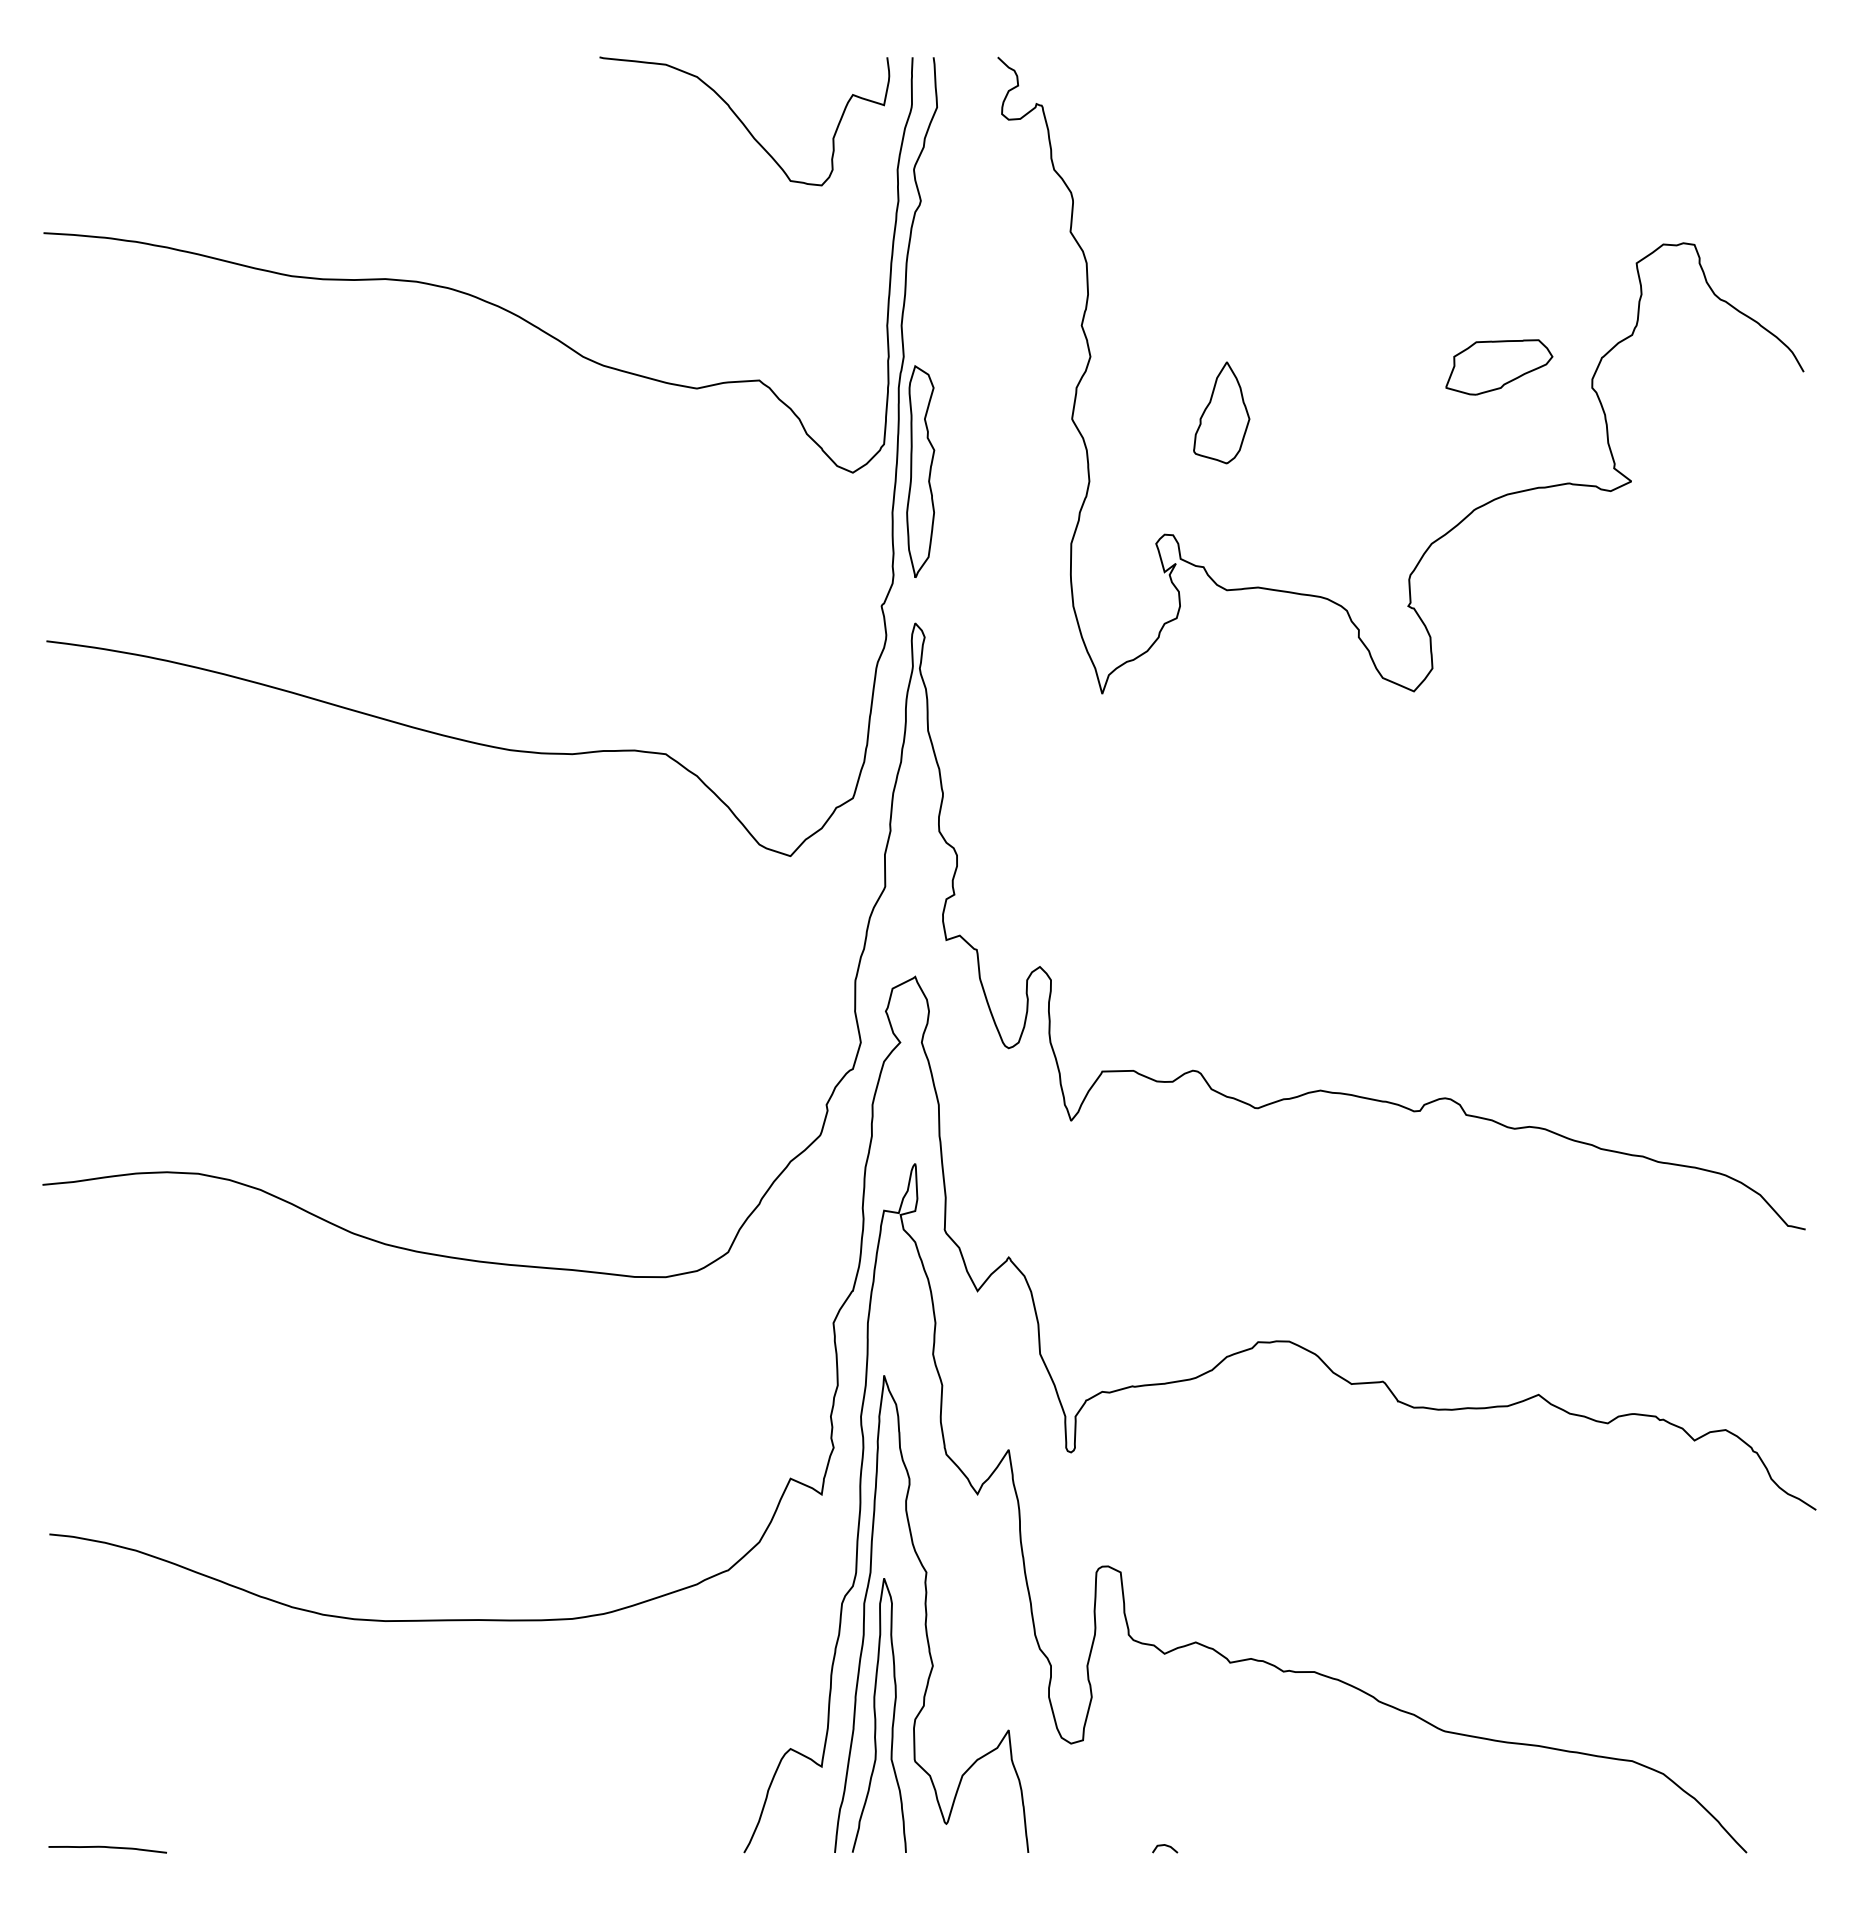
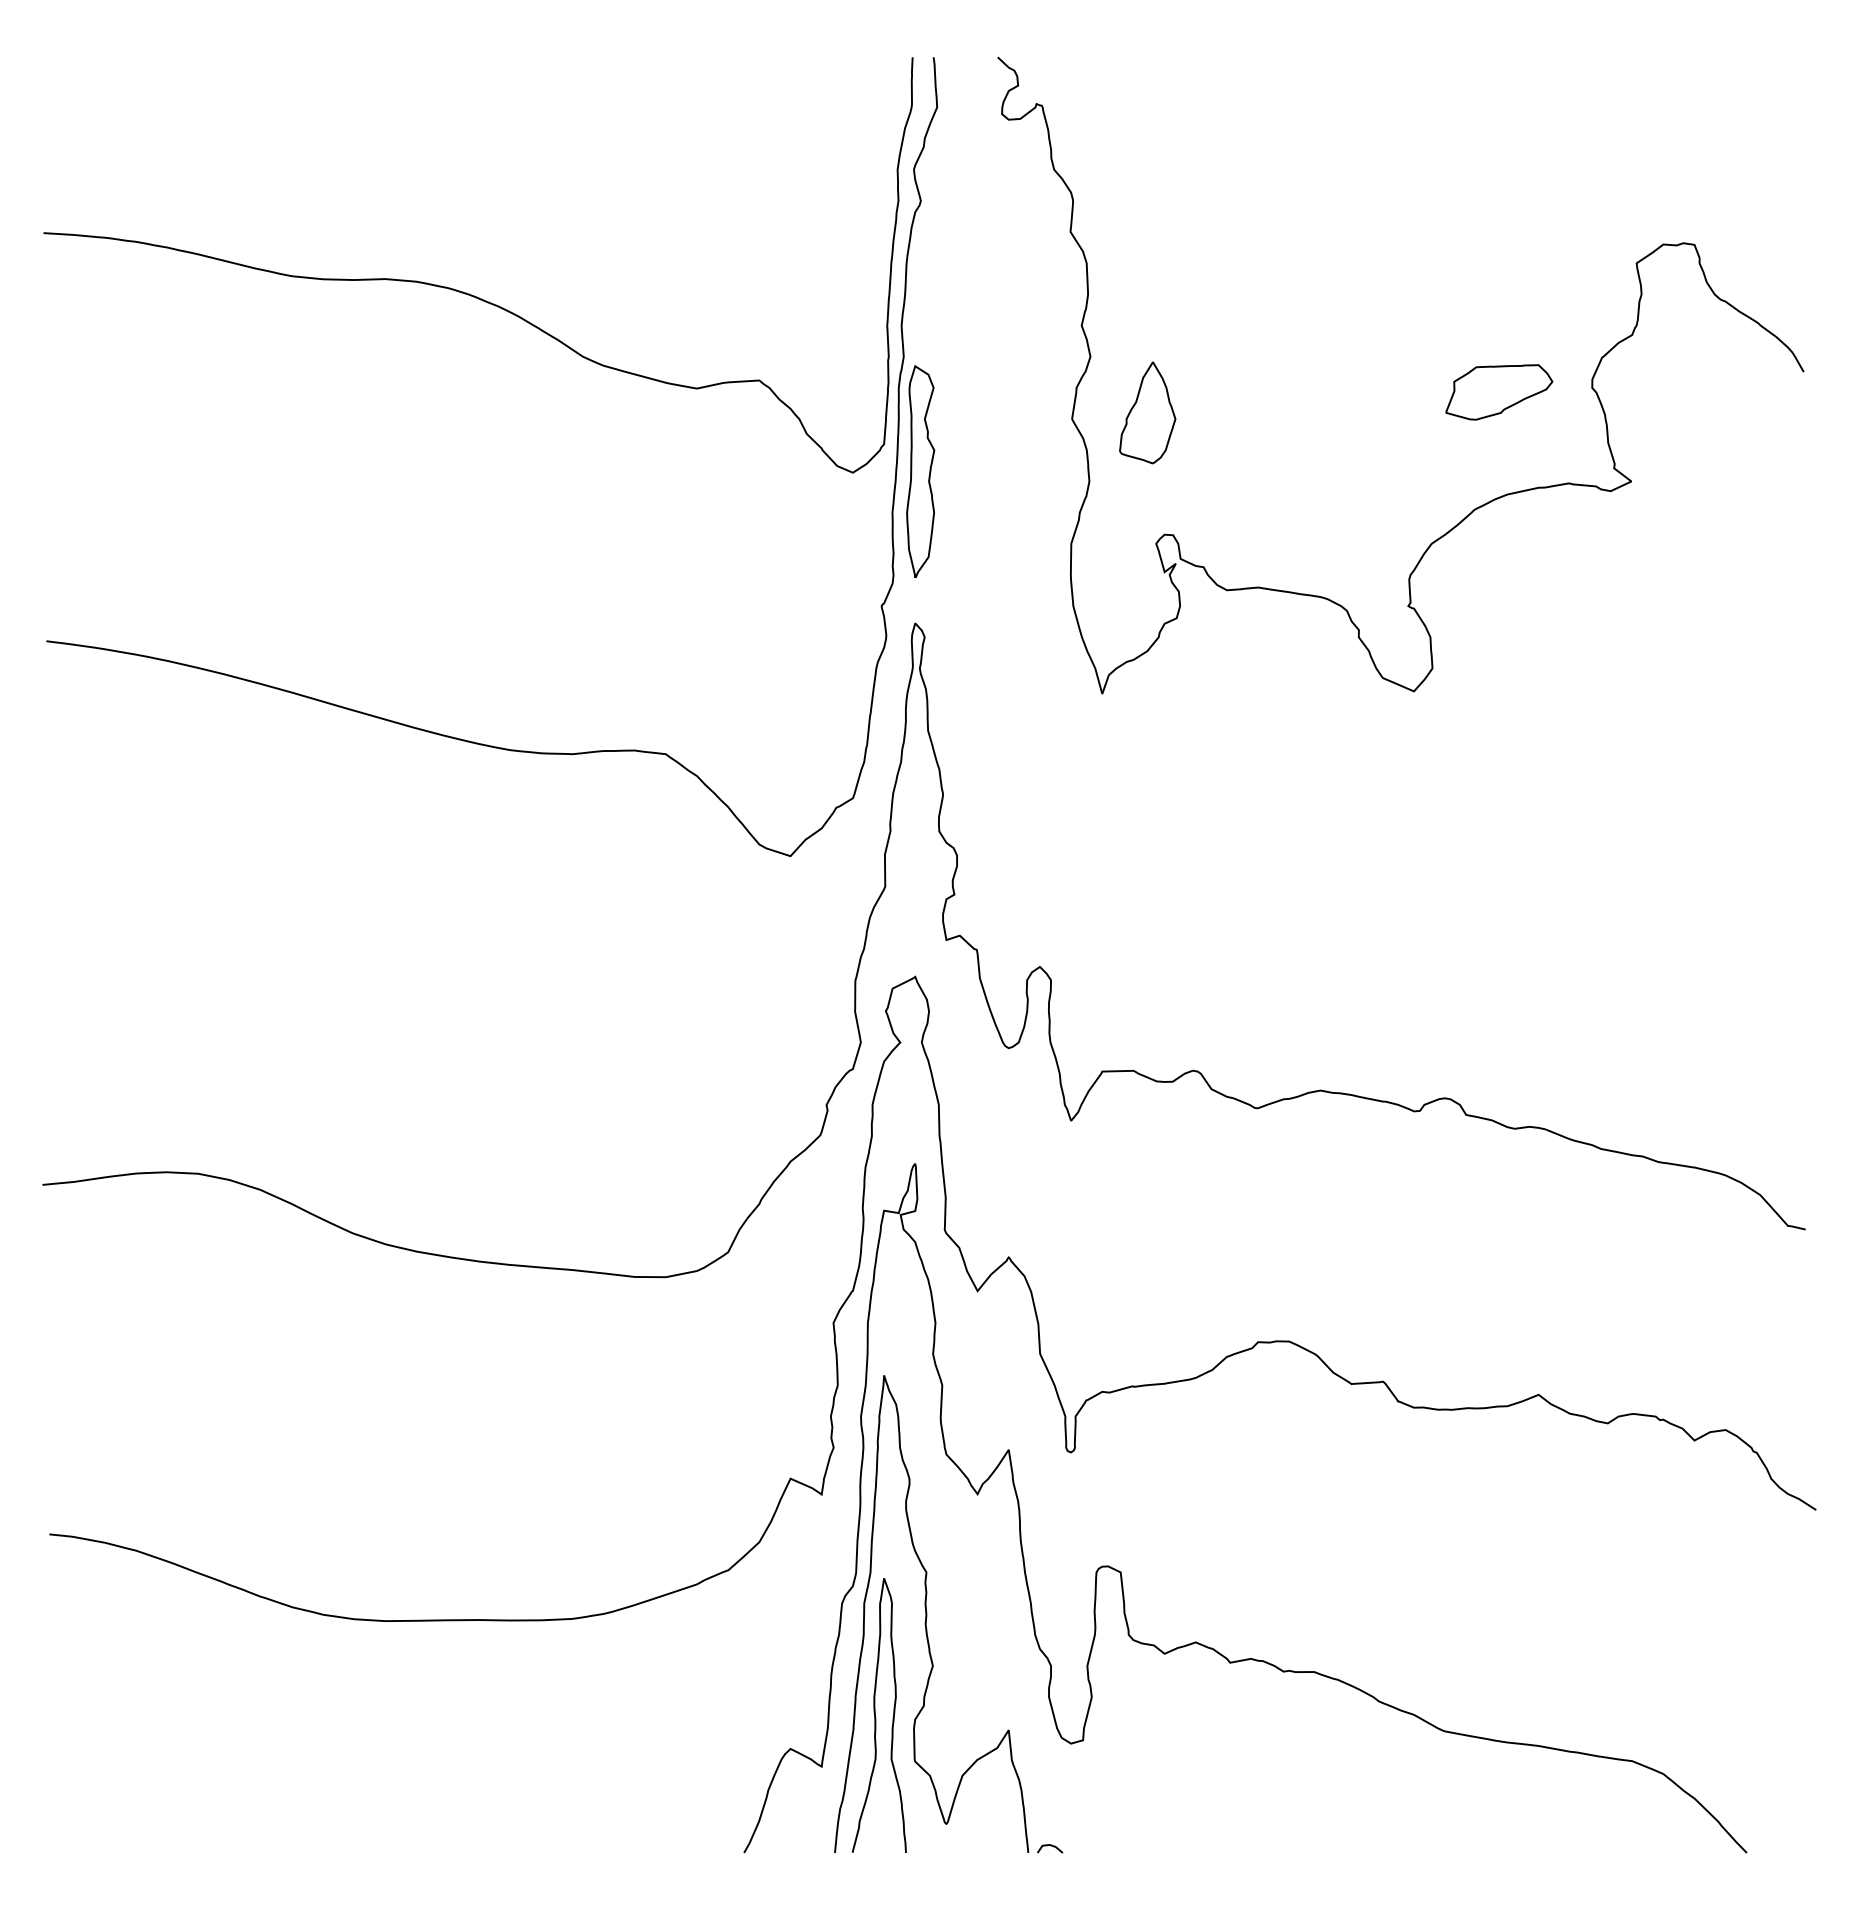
curve at (743, 122): present -> none
part at (1499, 367) position: (1499, 367) -> (1499, 392)
part at (1221, 412) position: (1221, 412) -> (1147, 412)
line at (1165, 1846) position: (1165, 1846) -> (1050, 1846)
curve at (107, 1848): present -> none
